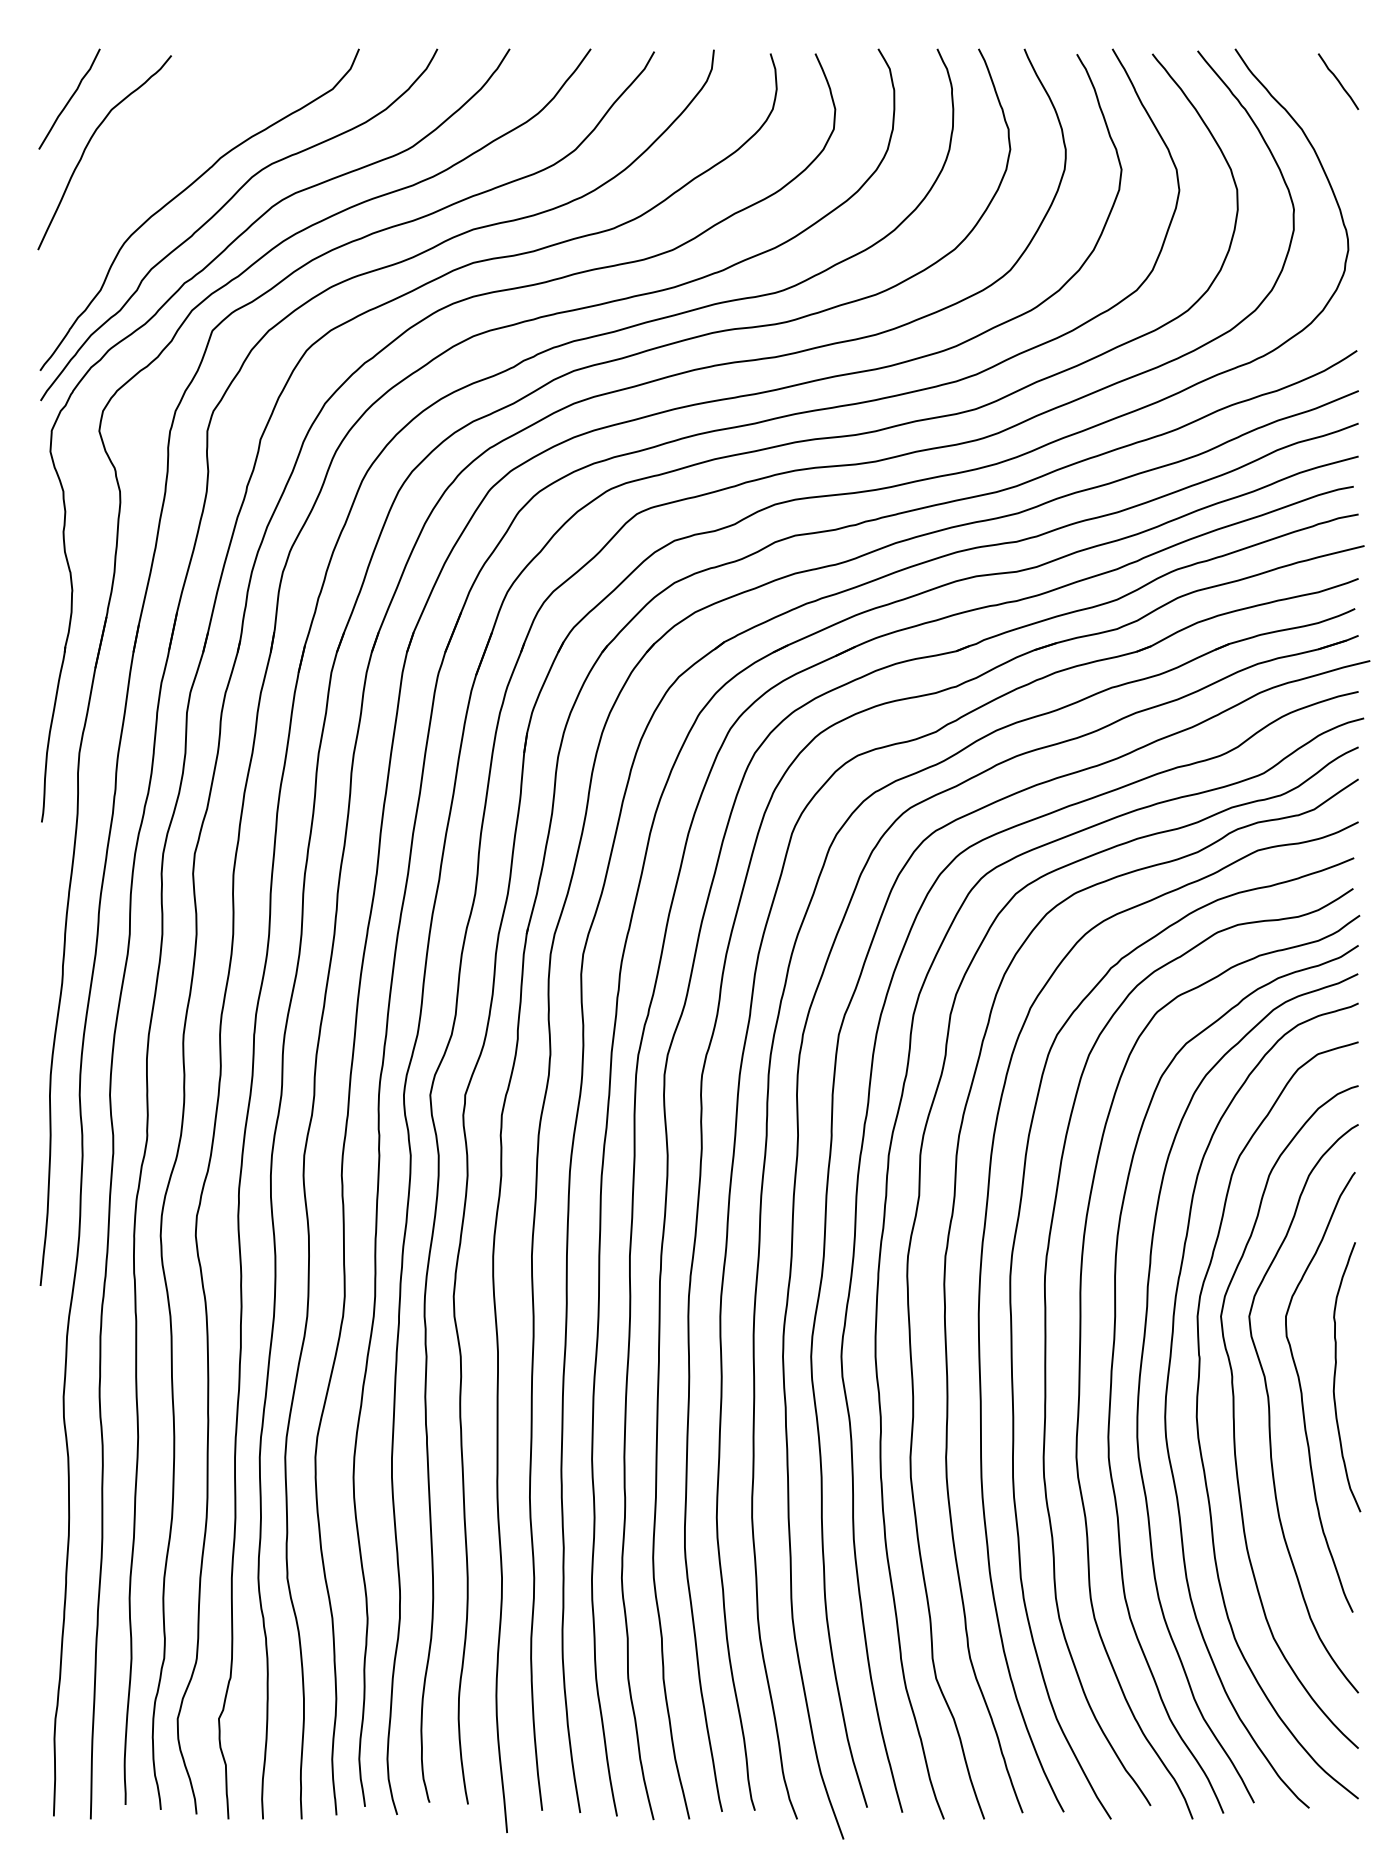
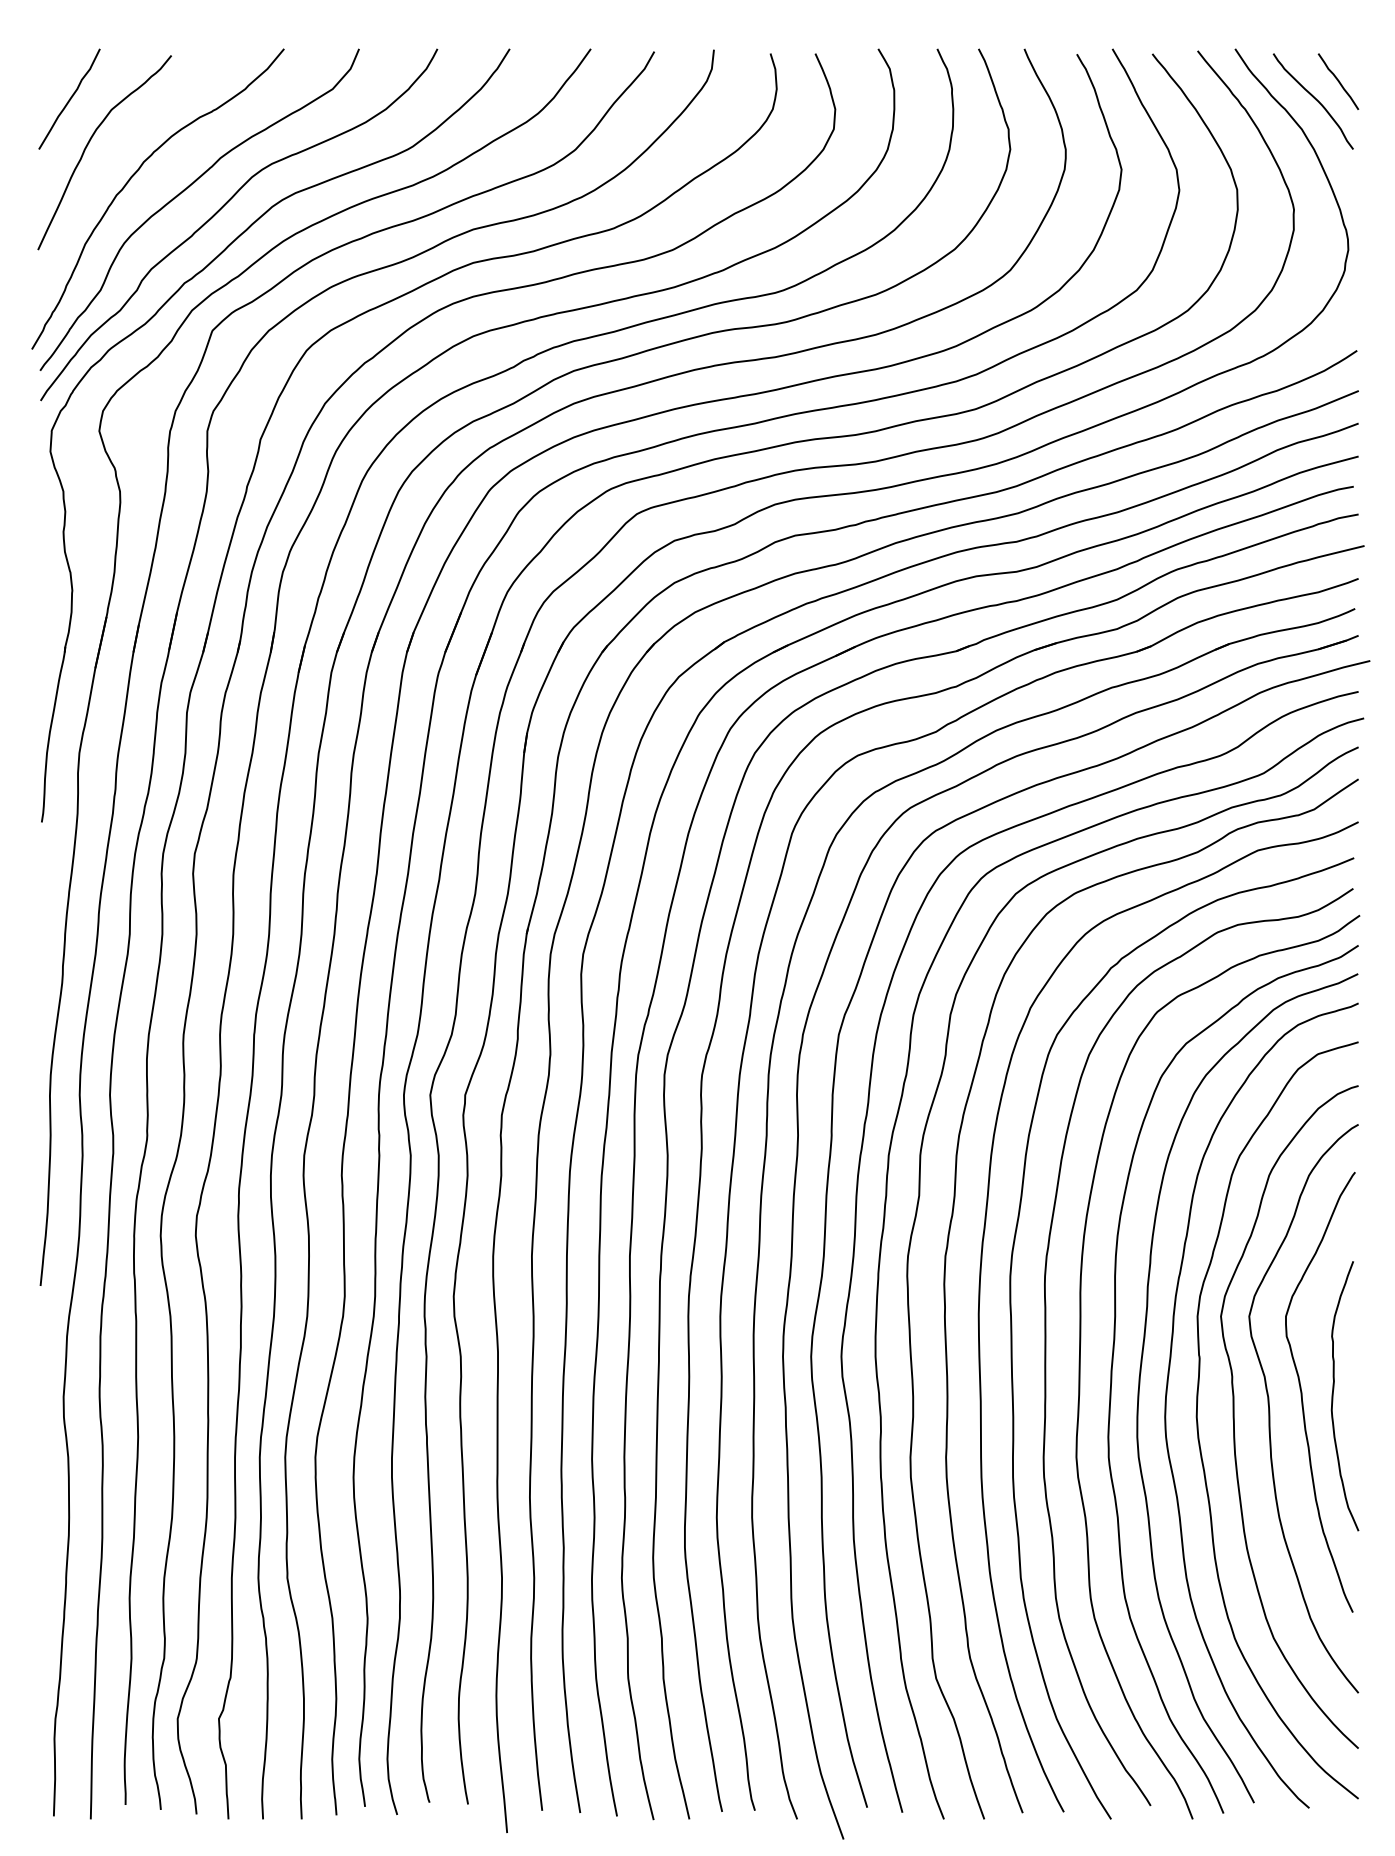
curve at (1314, 99): none -> present
curve at (130, 180): none -> present
curve at (1335, 1377) position: (1335, 1377) -> (1333, 1396)
